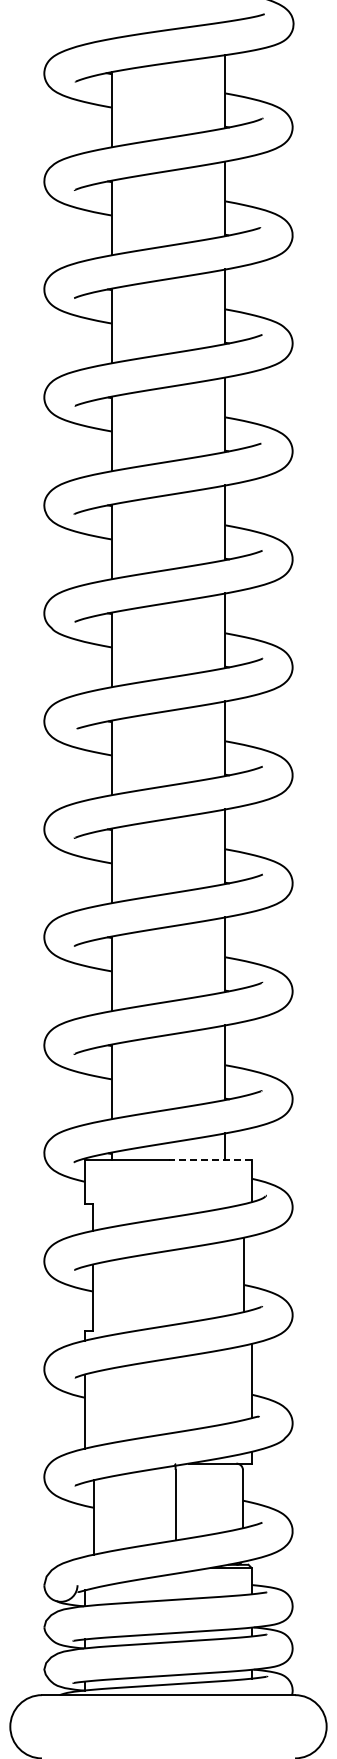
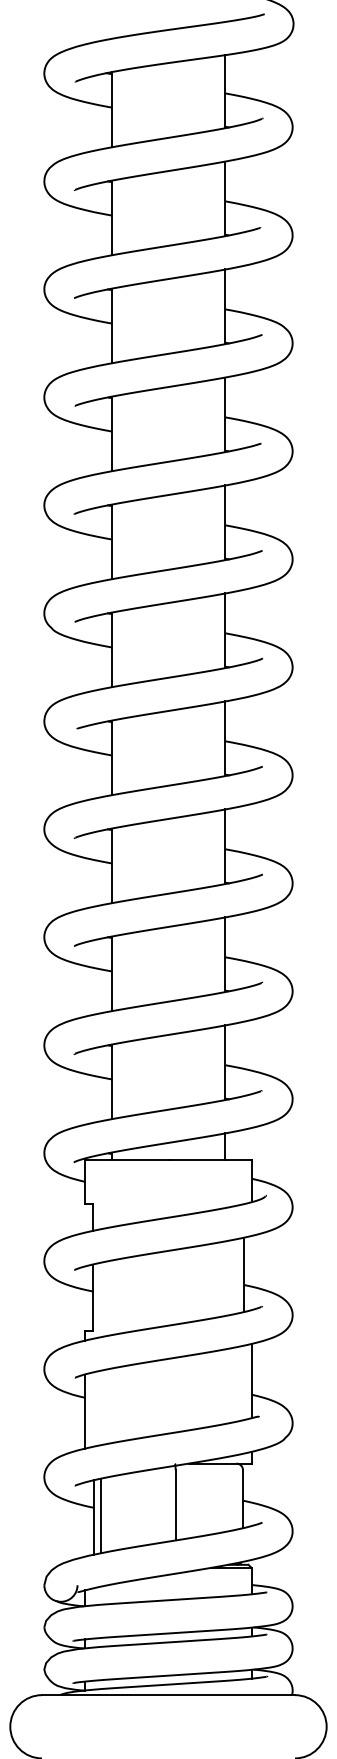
line at (210, 1159): dashed -> solid
line at (101, 1515): none -> present
